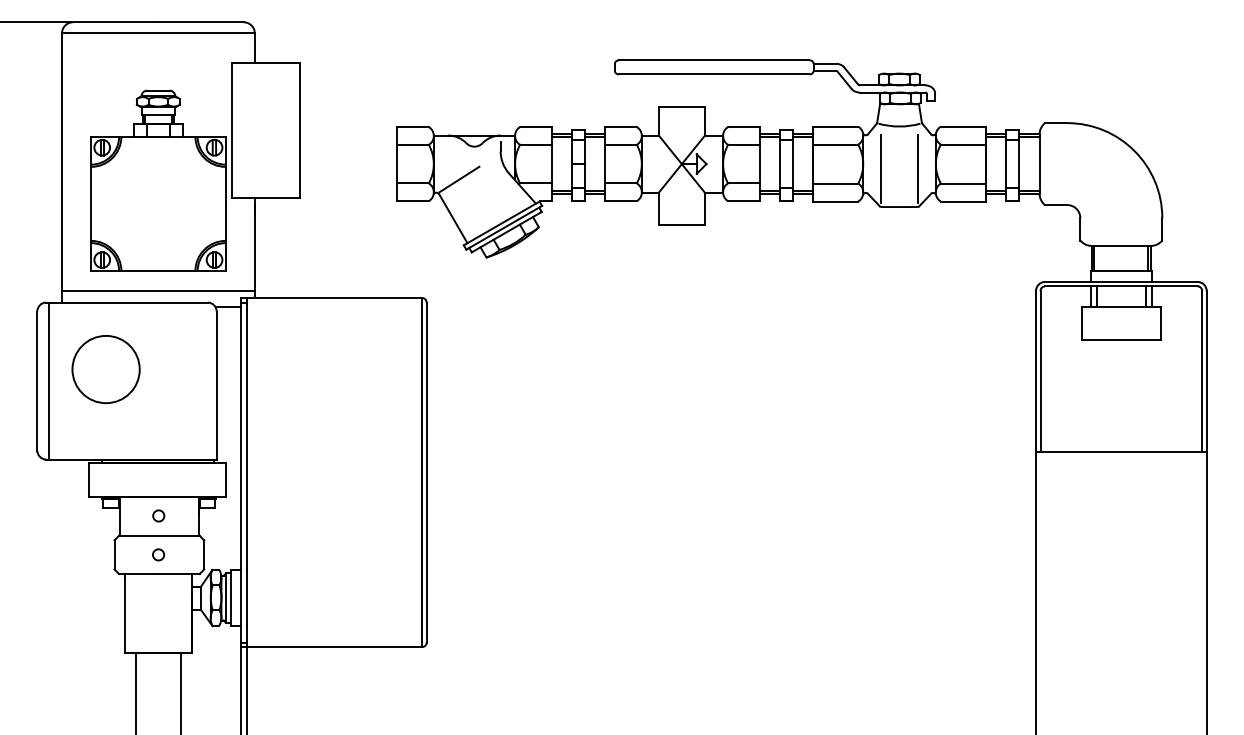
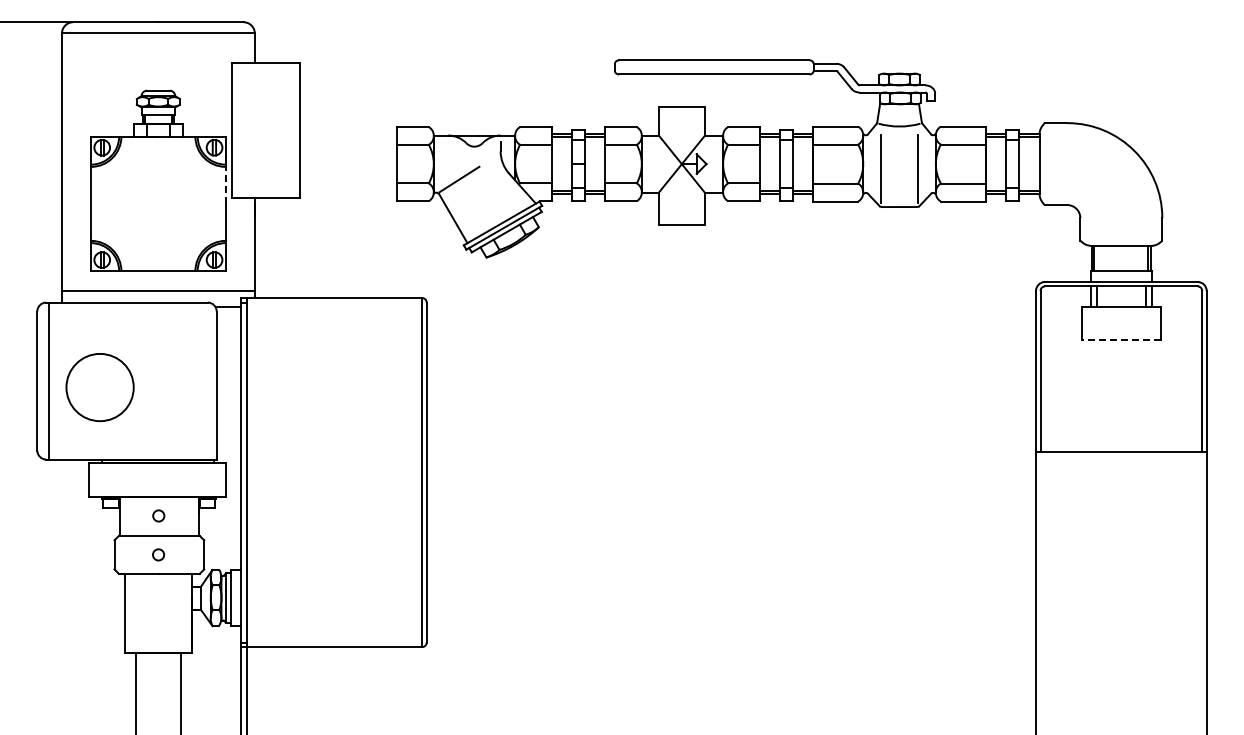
line at (225, 185): solid -> dashed
line at (1120, 340): solid -> dashed
circle at (105, 369) position: (105, 369) -> (99, 387)
